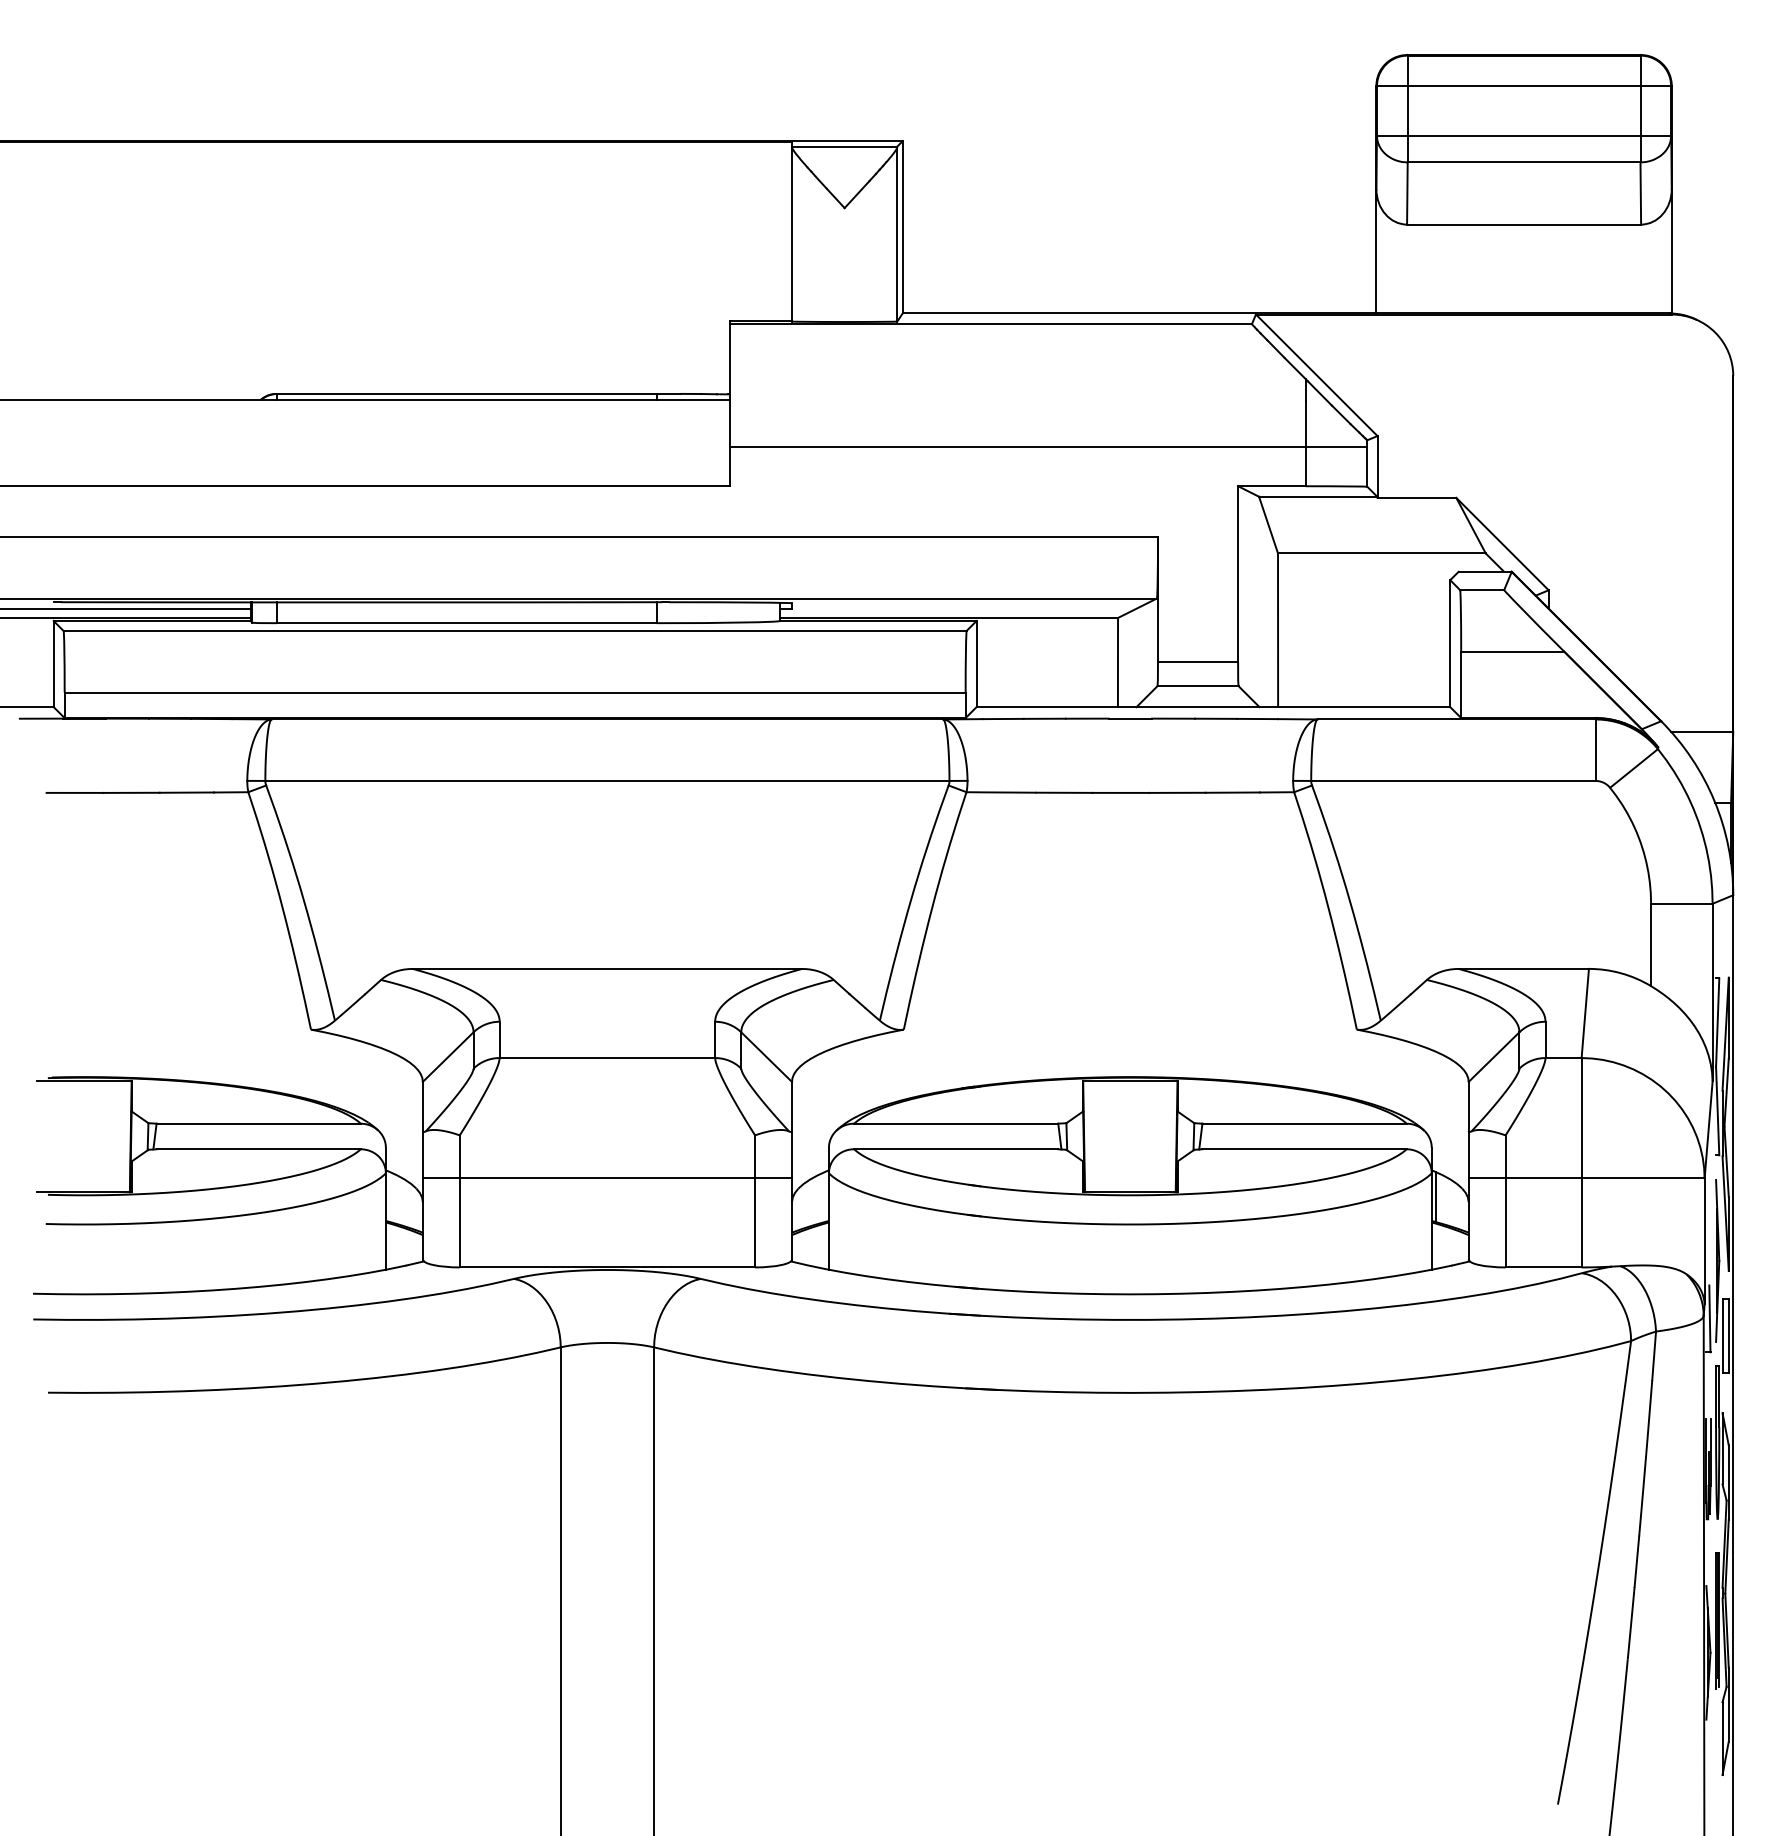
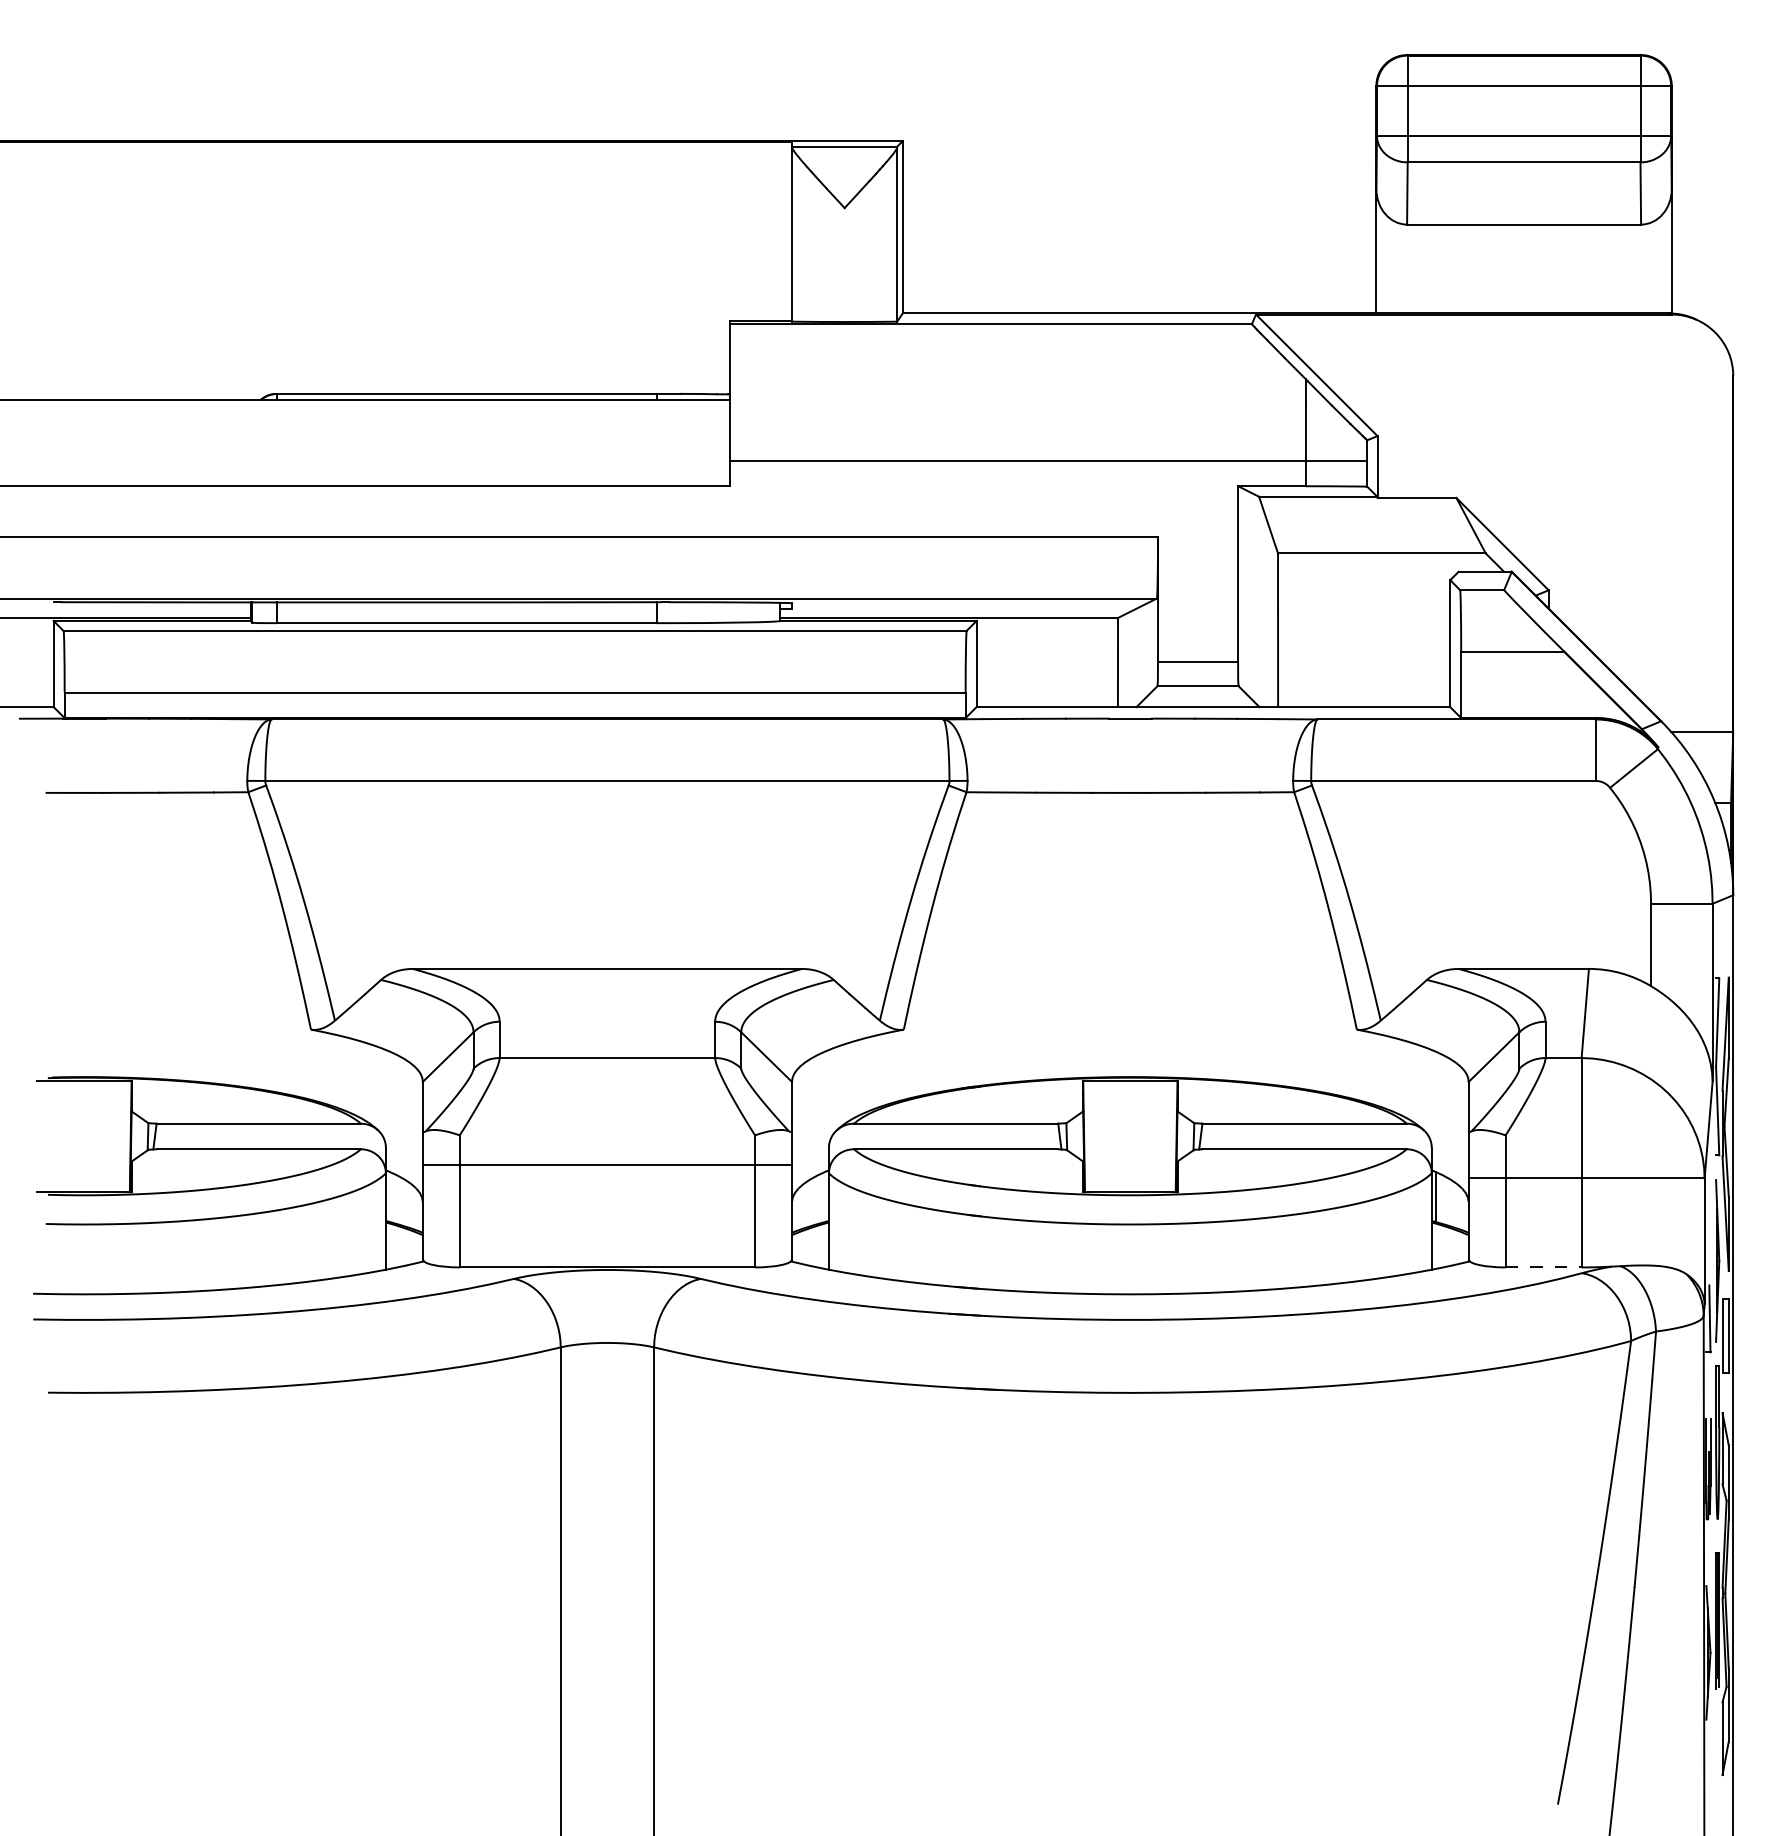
line at (1048, 447) position: (1048, 447) -> (1048, 461)
line at (126, 608): present -> none
line at (606, 1178) position: (606, 1178) -> (606, 1165)
line at (1544, 1267): solid -> dashed
